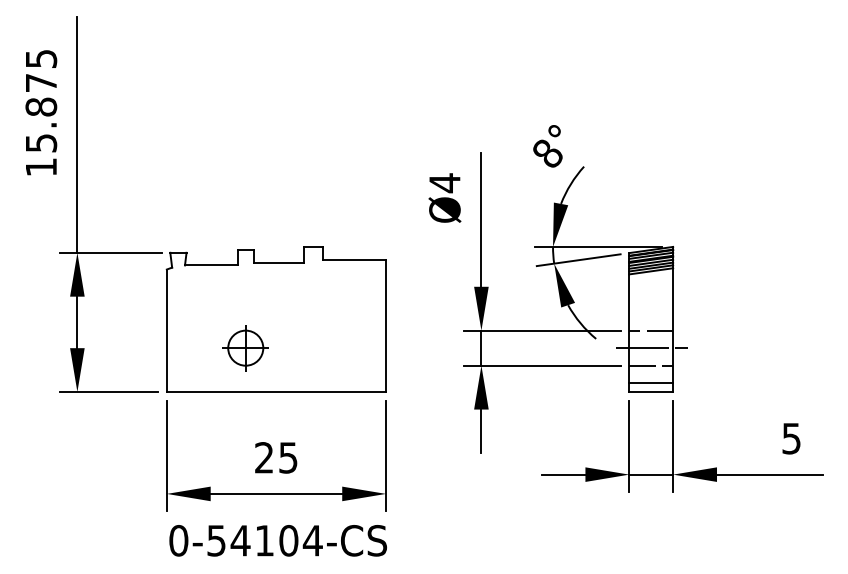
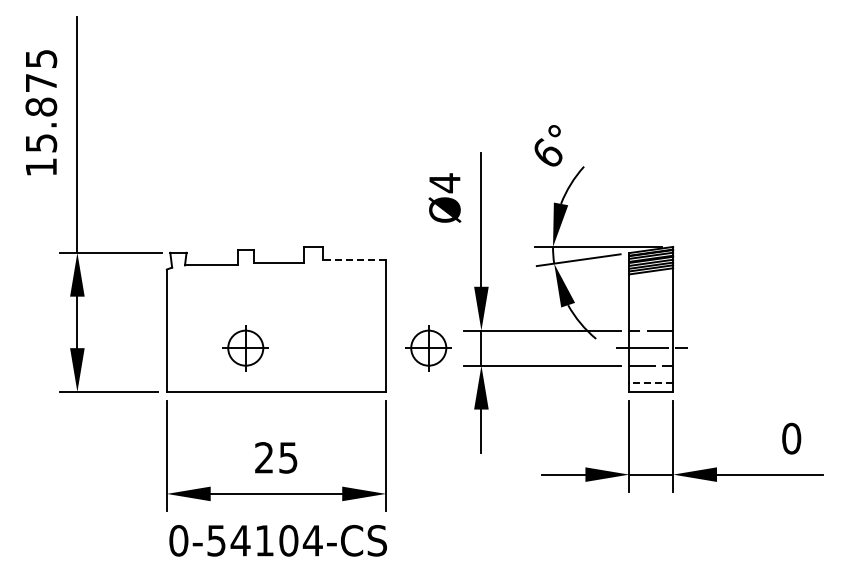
text at (547, 152): 8° -> 6°
line at (354, 259): solid -> dashed
part at (428, 348): none -> present
line at (651, 383): solid -> dashed
text at (791, 438): 5 -> 0
